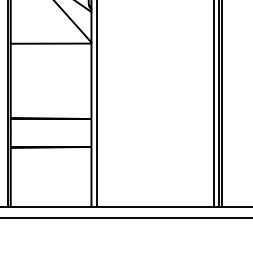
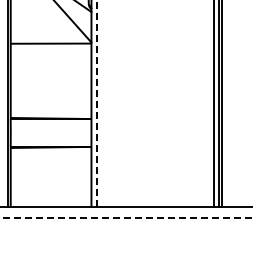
line at (97, 103): solid -> dashed
line at (126, 217): solid -> dashed
